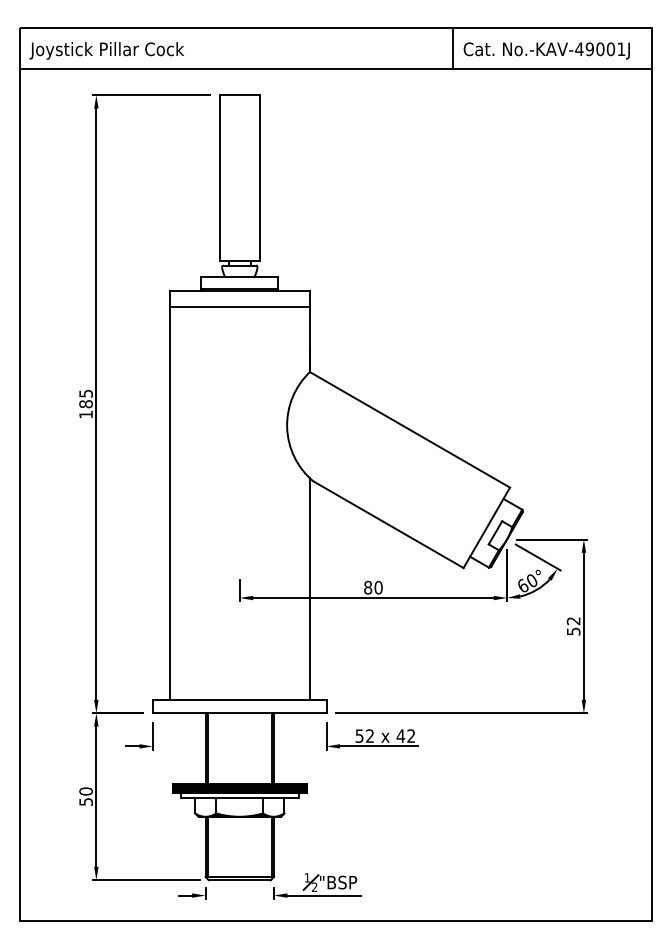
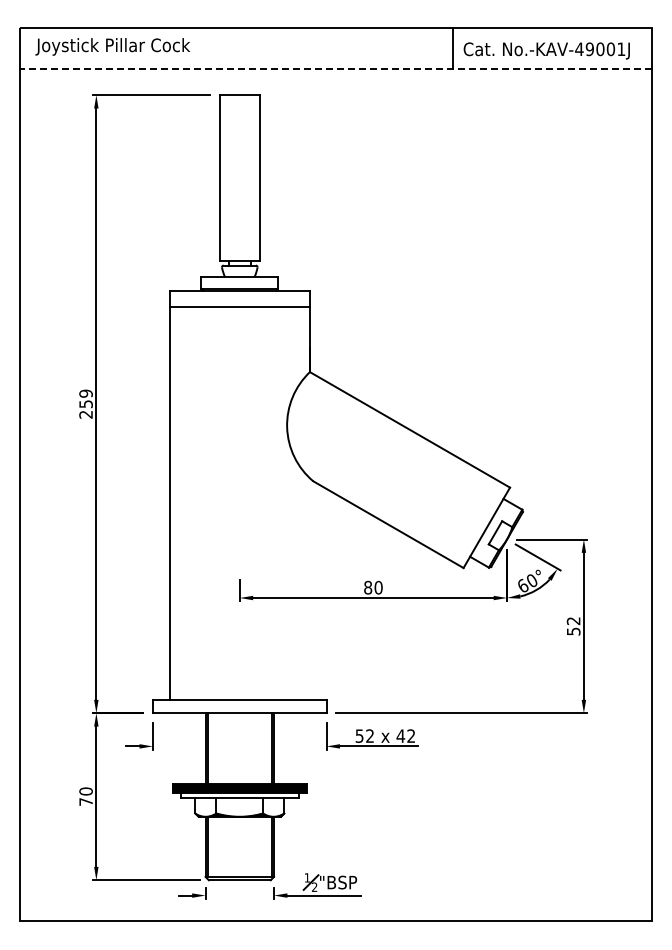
text at (106, 50) position: (106, 50) -> (112, 46)
line at (335, 68): solid -> dashed
text at (85, 403): 185 -> 259
line at (309, 588): present -> none
text at (85, 801): 50 -> 70
